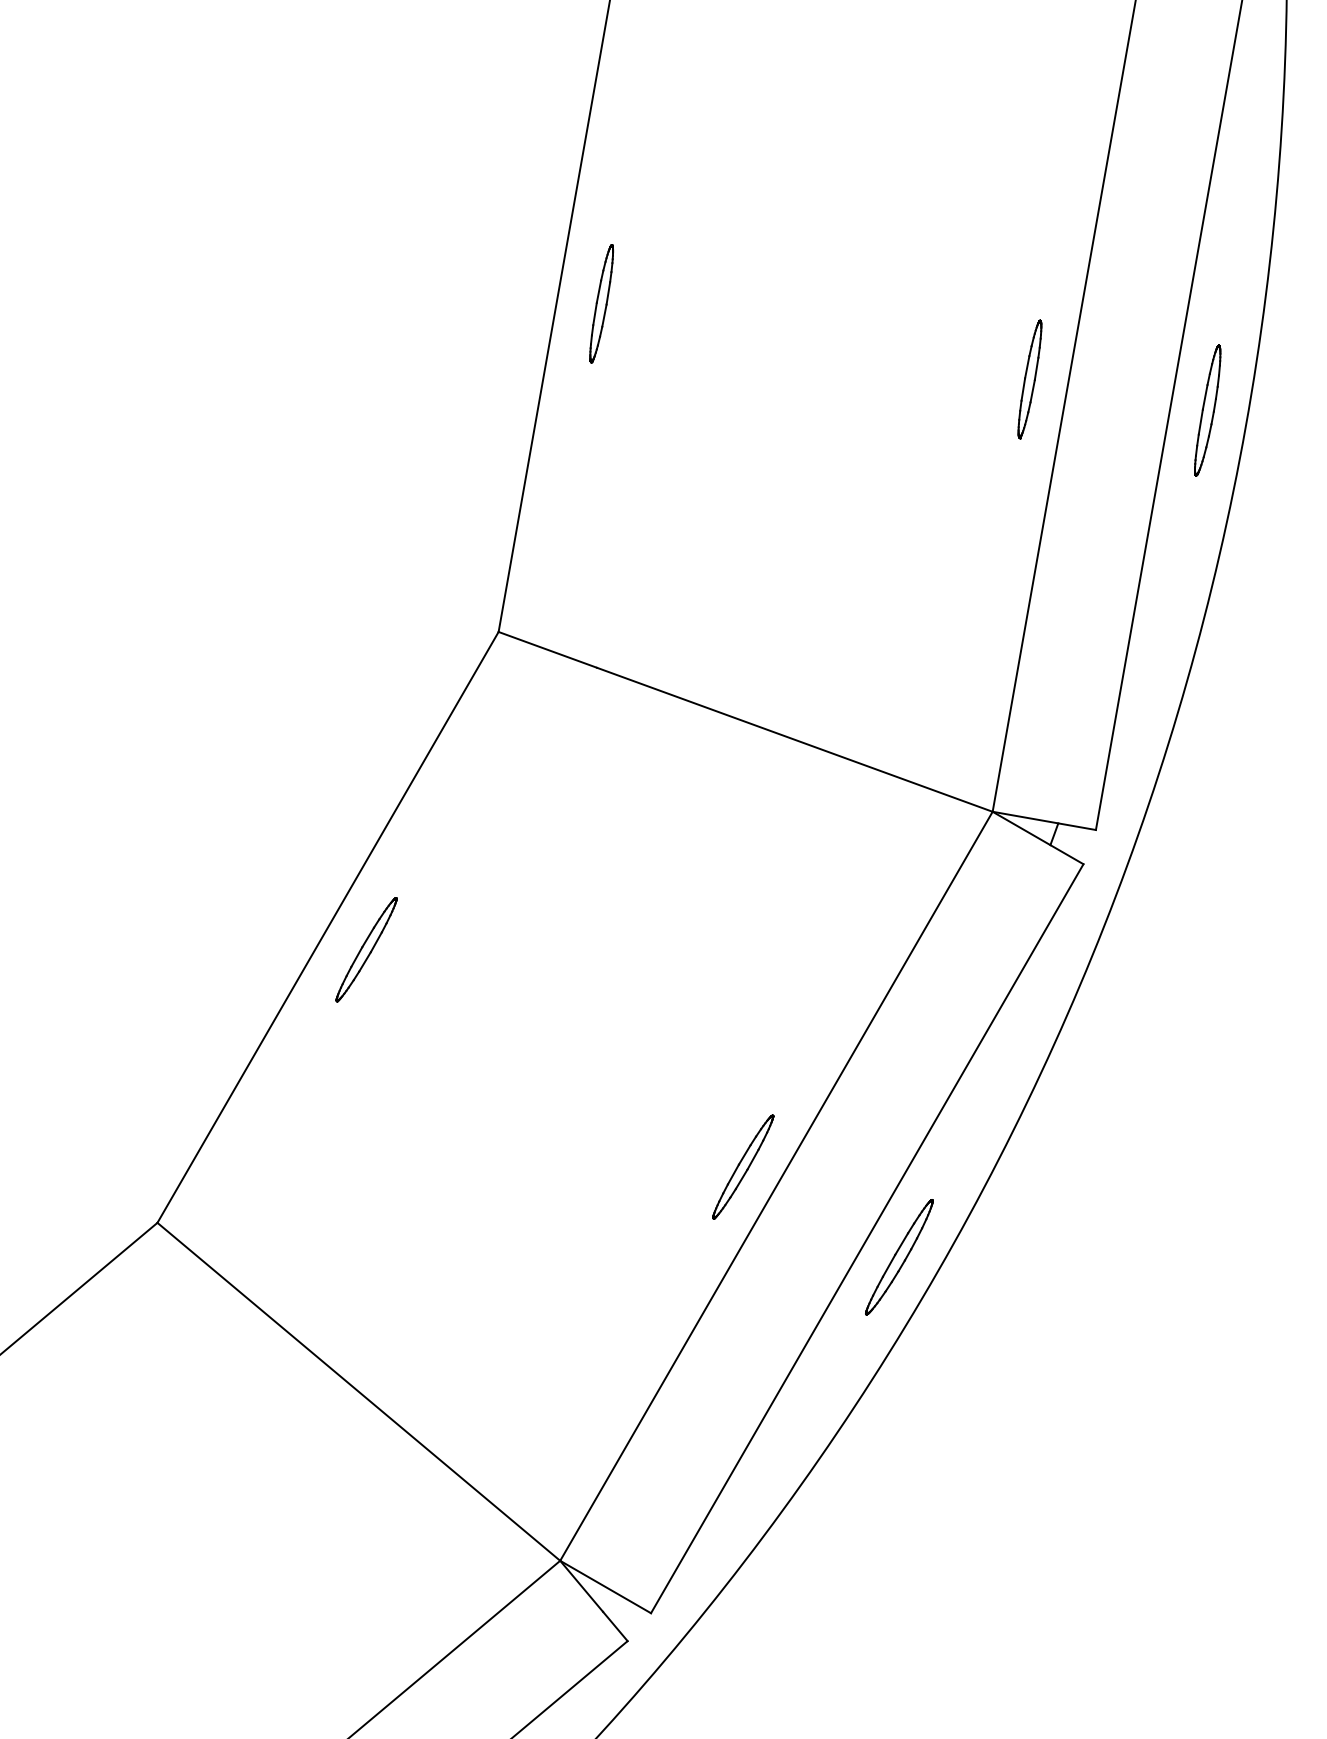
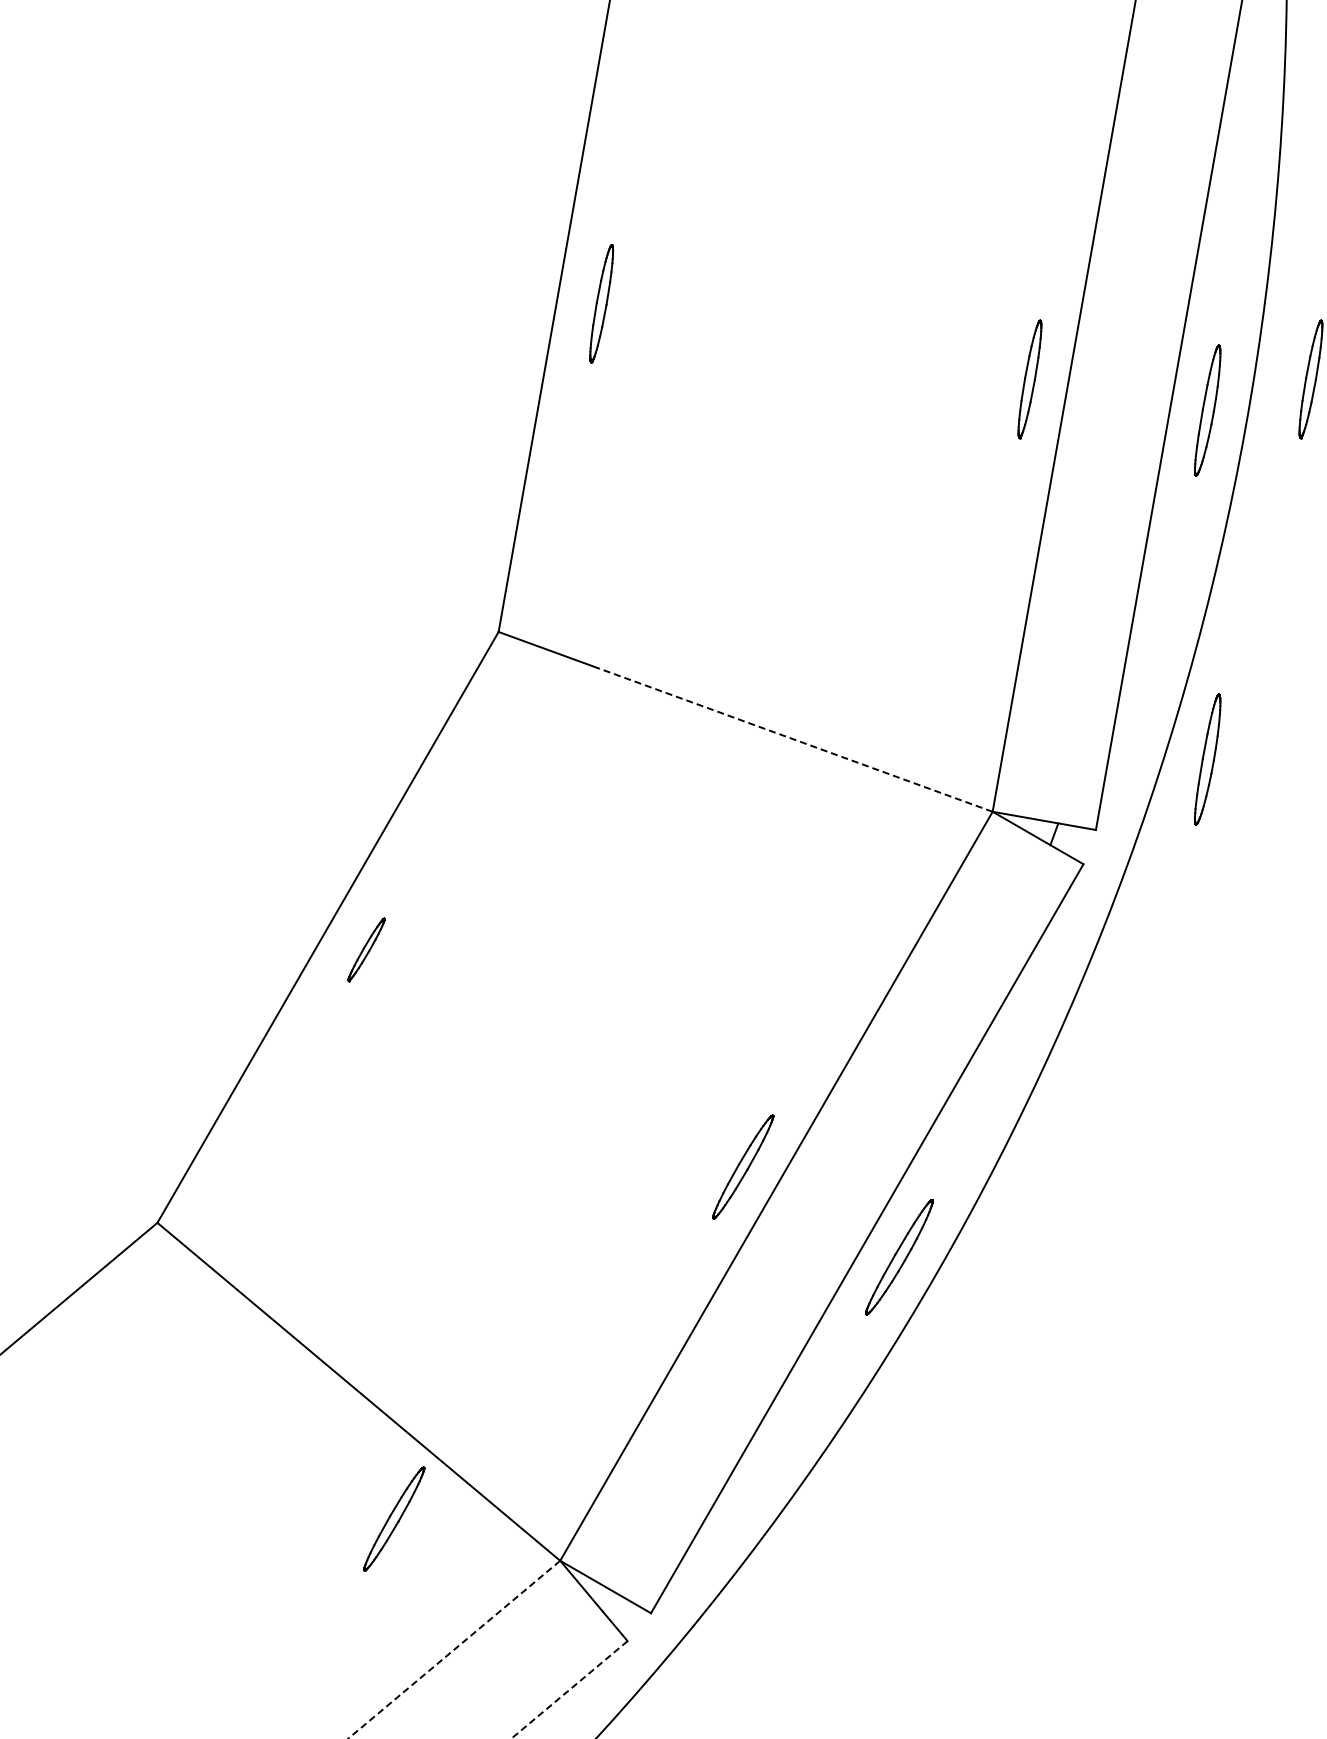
part at (1310, 379): none -> present
line at (794, 739): solid -> dashed
part at (1207, 759): none -> present
part at (366, 949) size: 63x106 px -> 39x66 px
part at (394, 1518): none -> present
line at (453, 1650): solid -> dashed
line at (569, 1689): solid -> dashed
